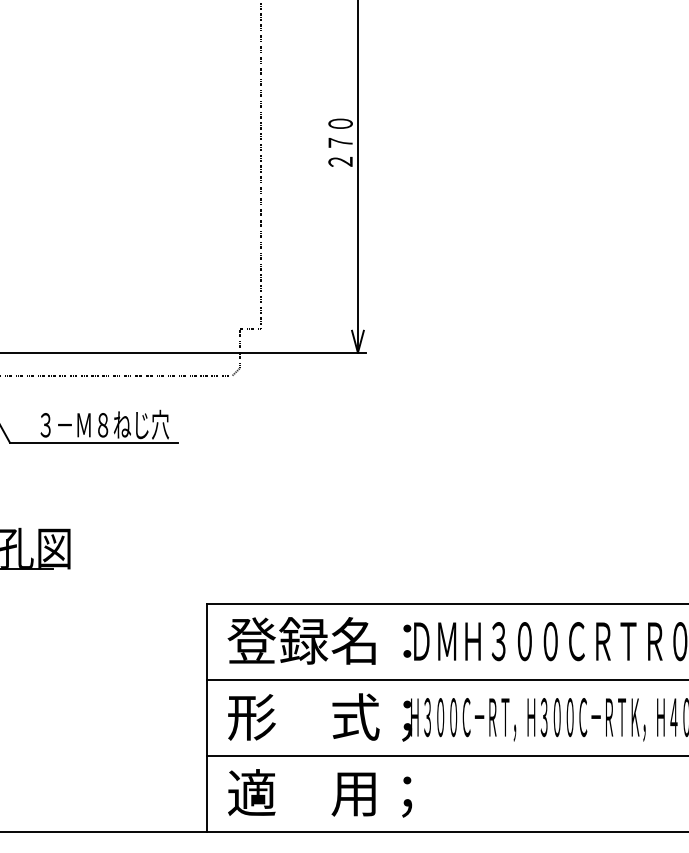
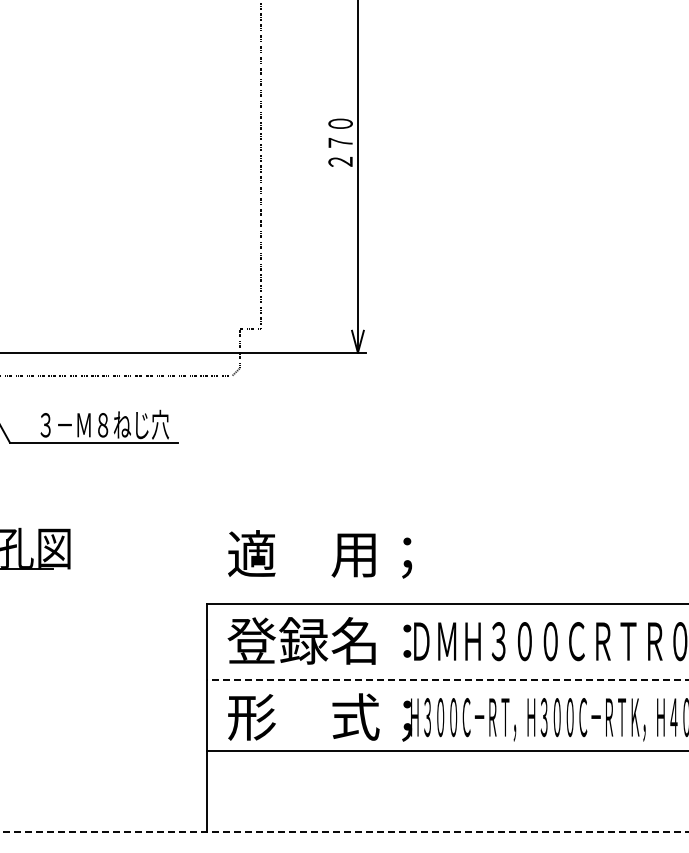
line at (447, 679): solid -> dashed
line at (446, 755) position: (446, 755) -> (446, 750)
text at (320, 793) position: (320, 793) -> (320, 554)
line at (343, 831): solid -> dashed
